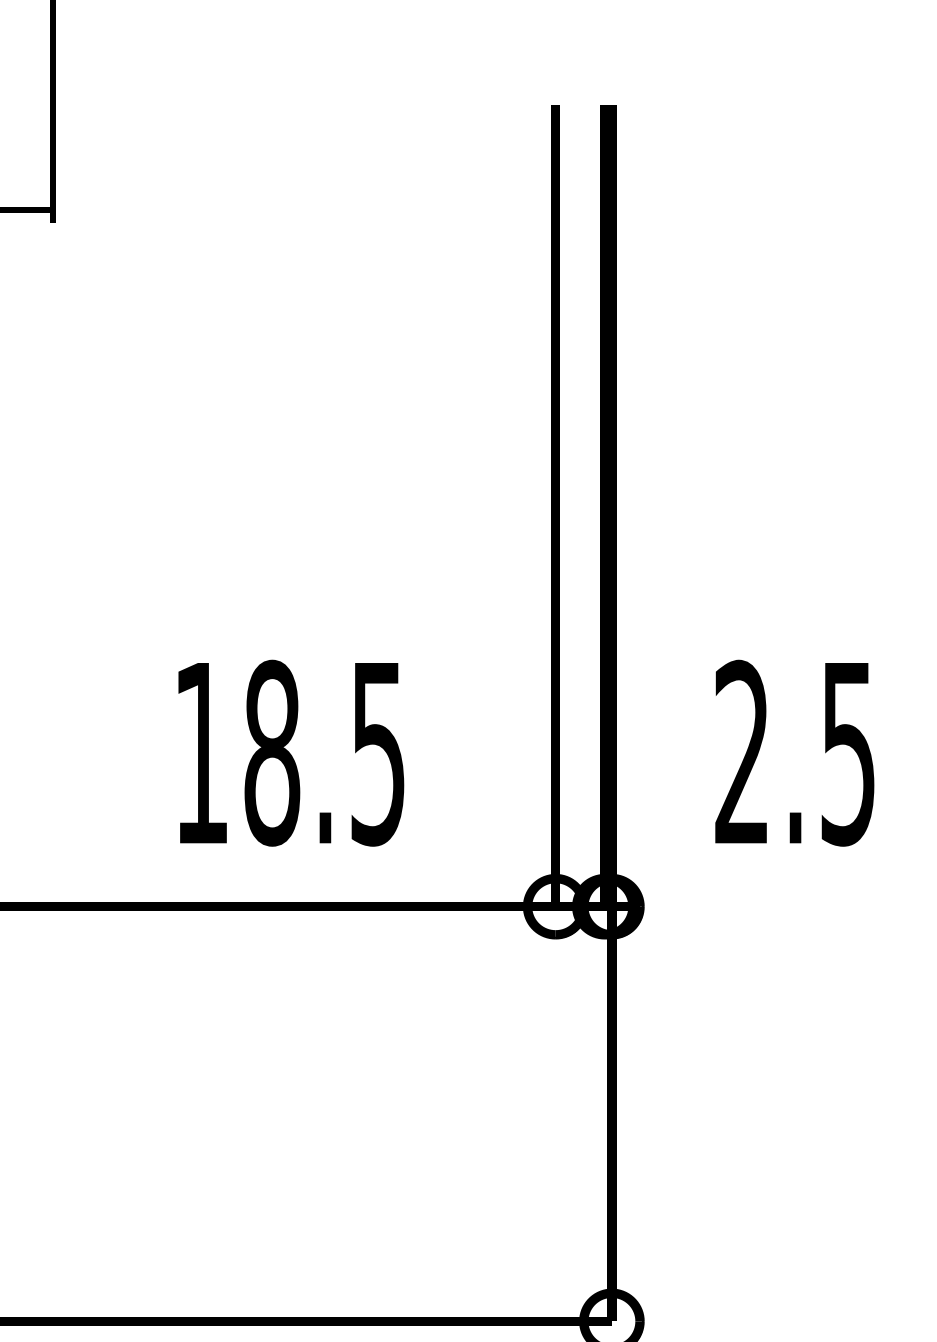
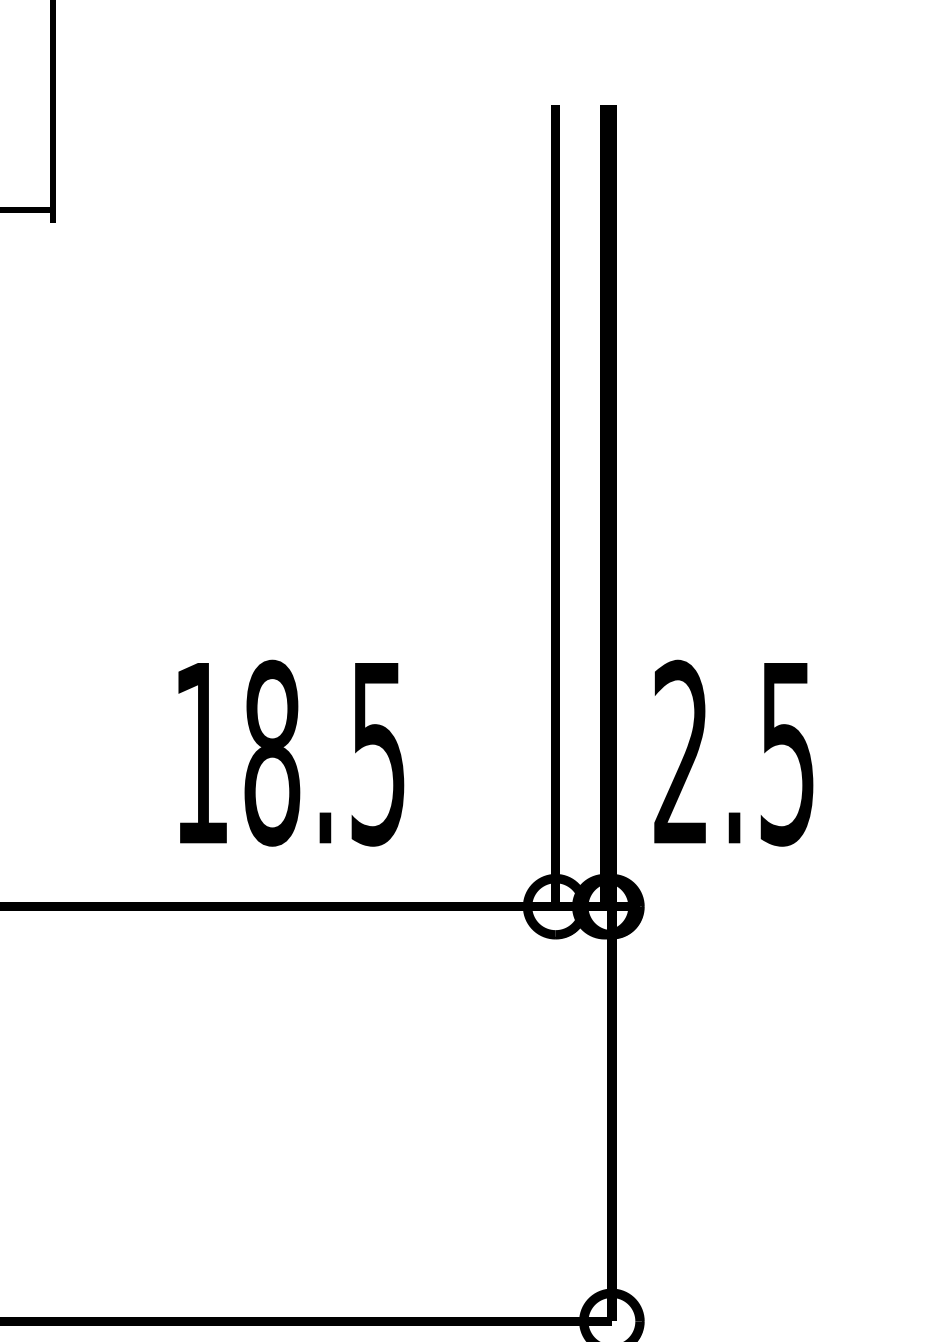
text at (794, 752) position: (794, 752) -> (733, 752)
